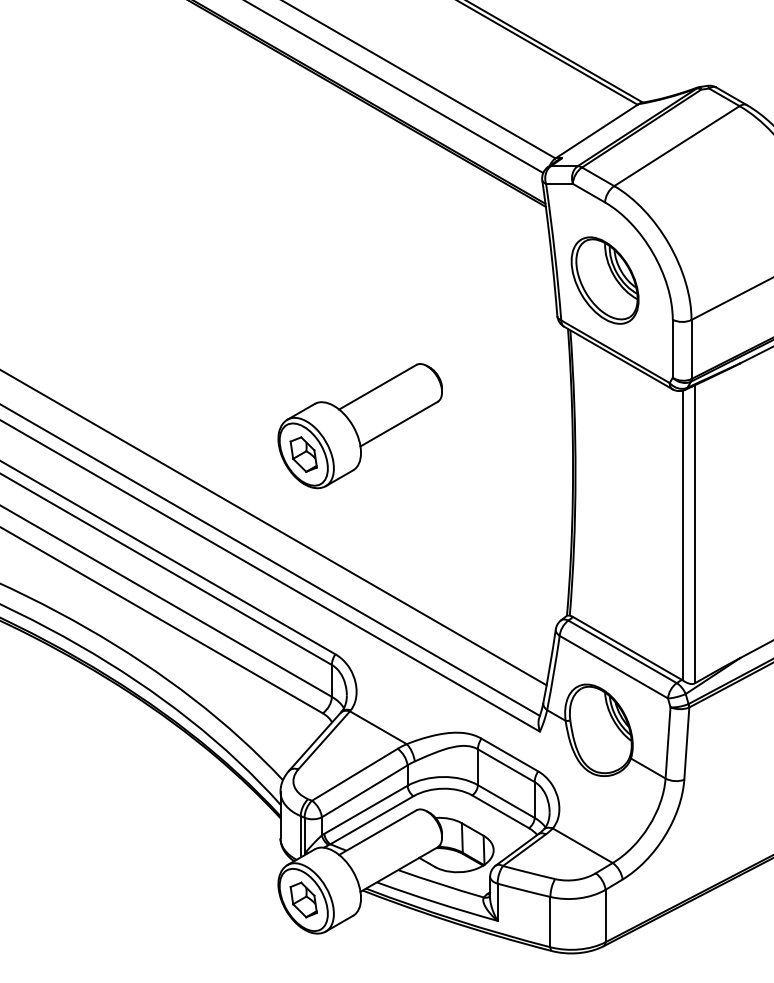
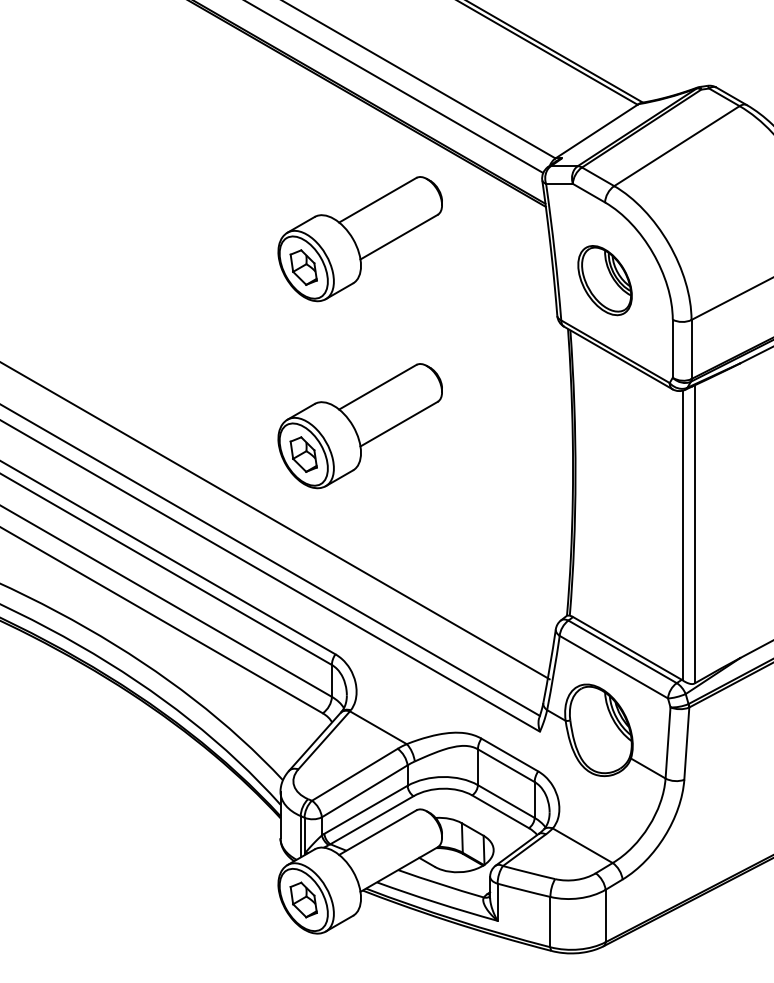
part at (359, 239): none -> present
part at (604, 280) size: 70x89 px -> 56x72 px
line at (274, 528) position: (274, 528) -> (275, 521)
